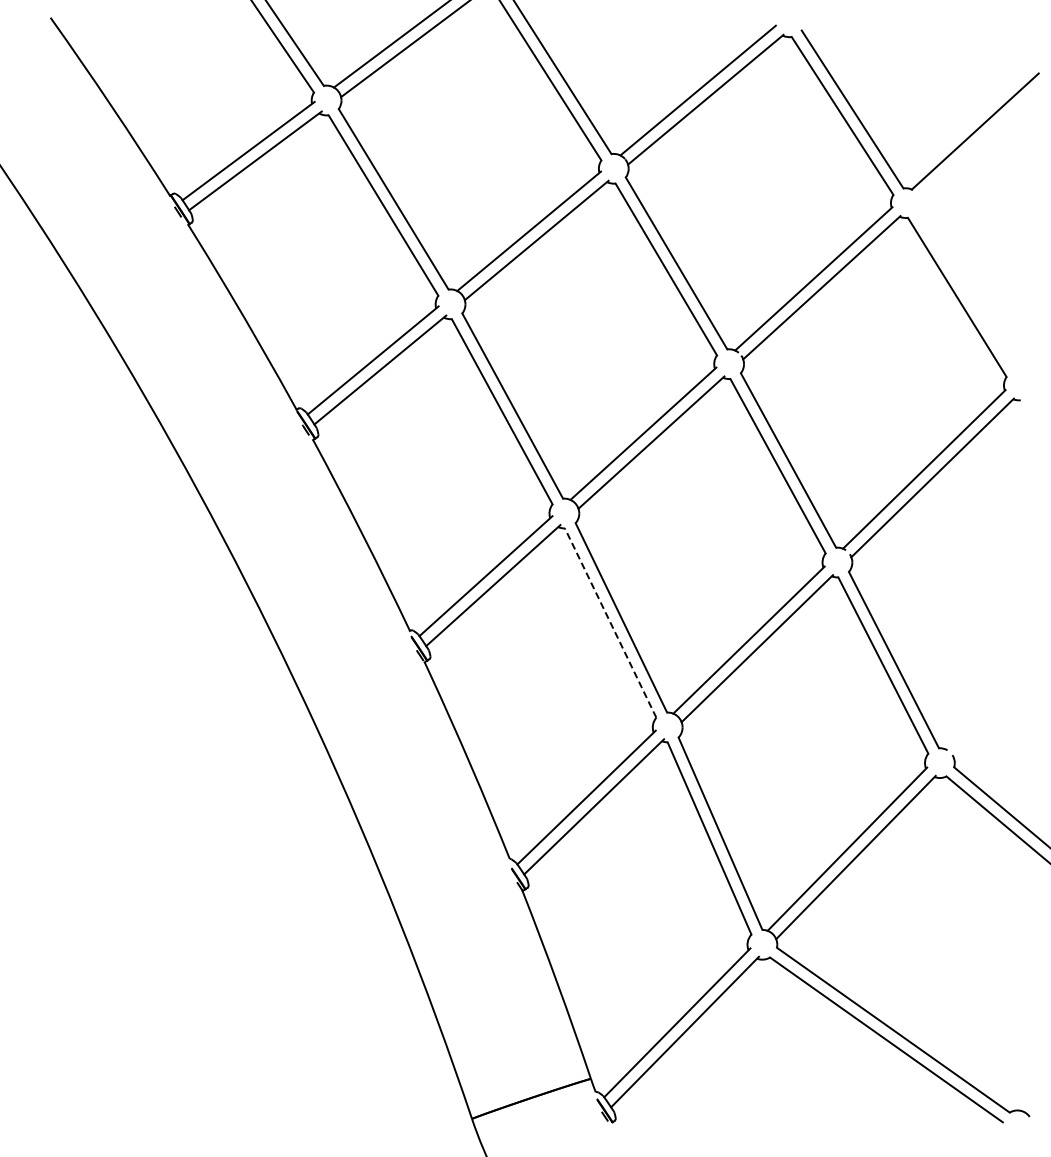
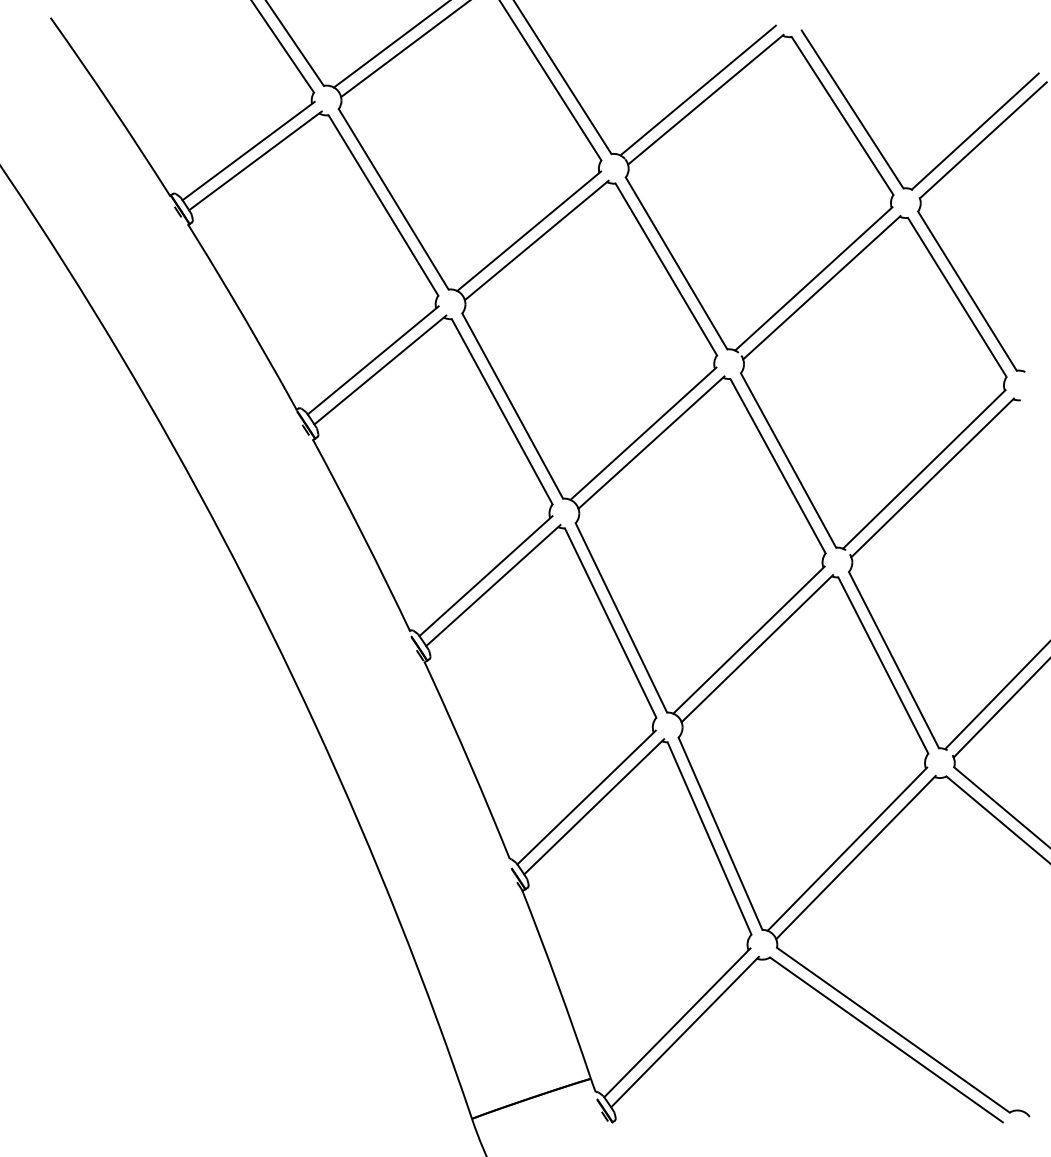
part at (942, 248): none -> present
line at (610, 622): dashed -> solid
line at (996, 696): none -> present
line at (1000, 709): none -> present
